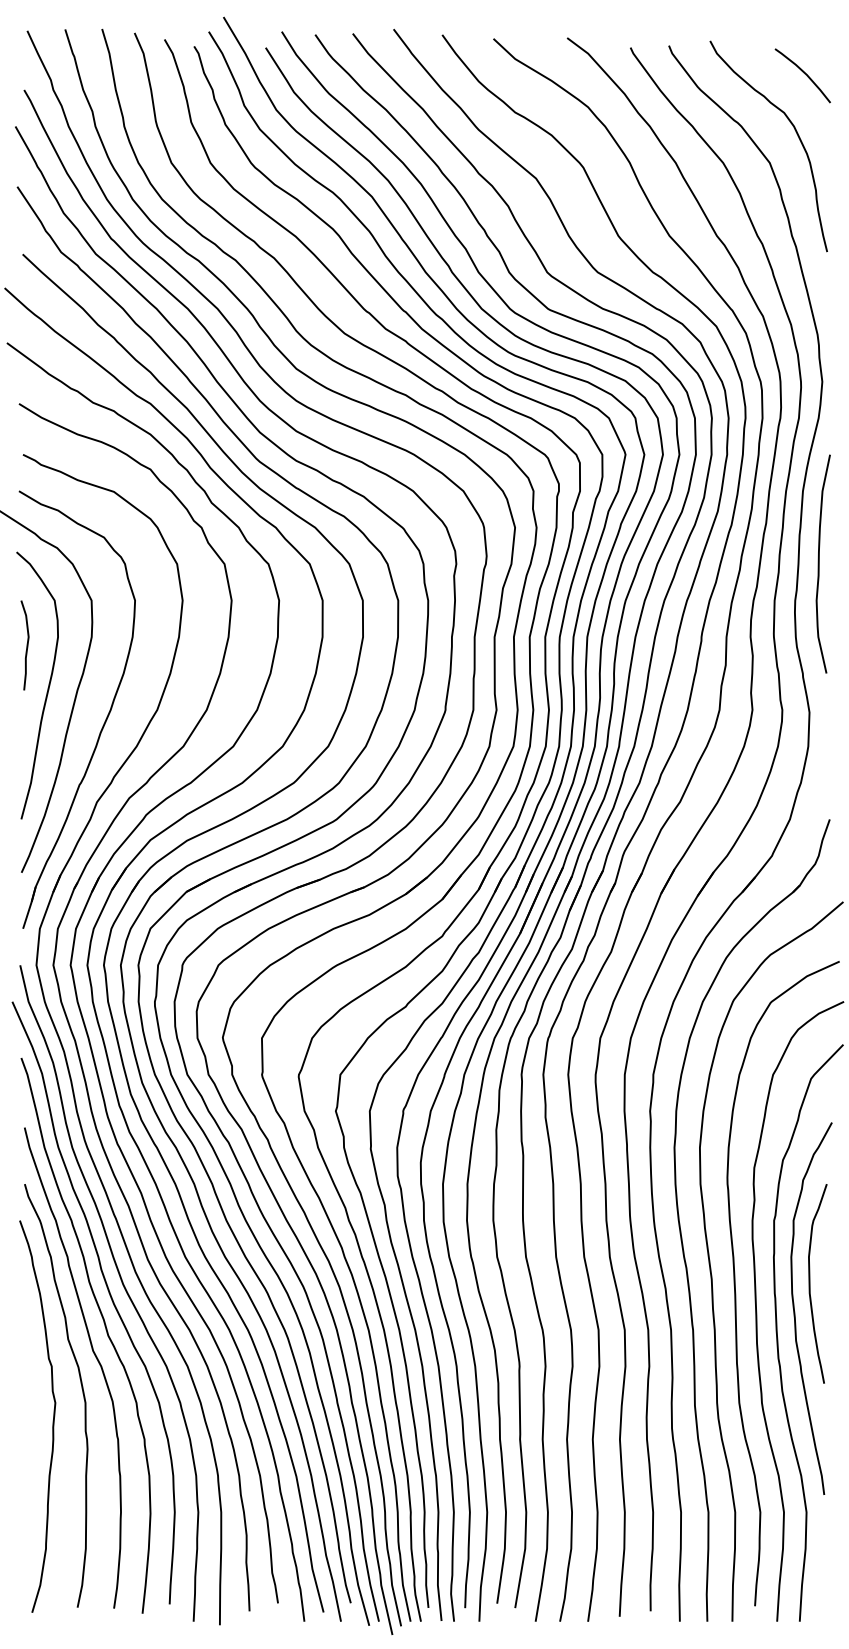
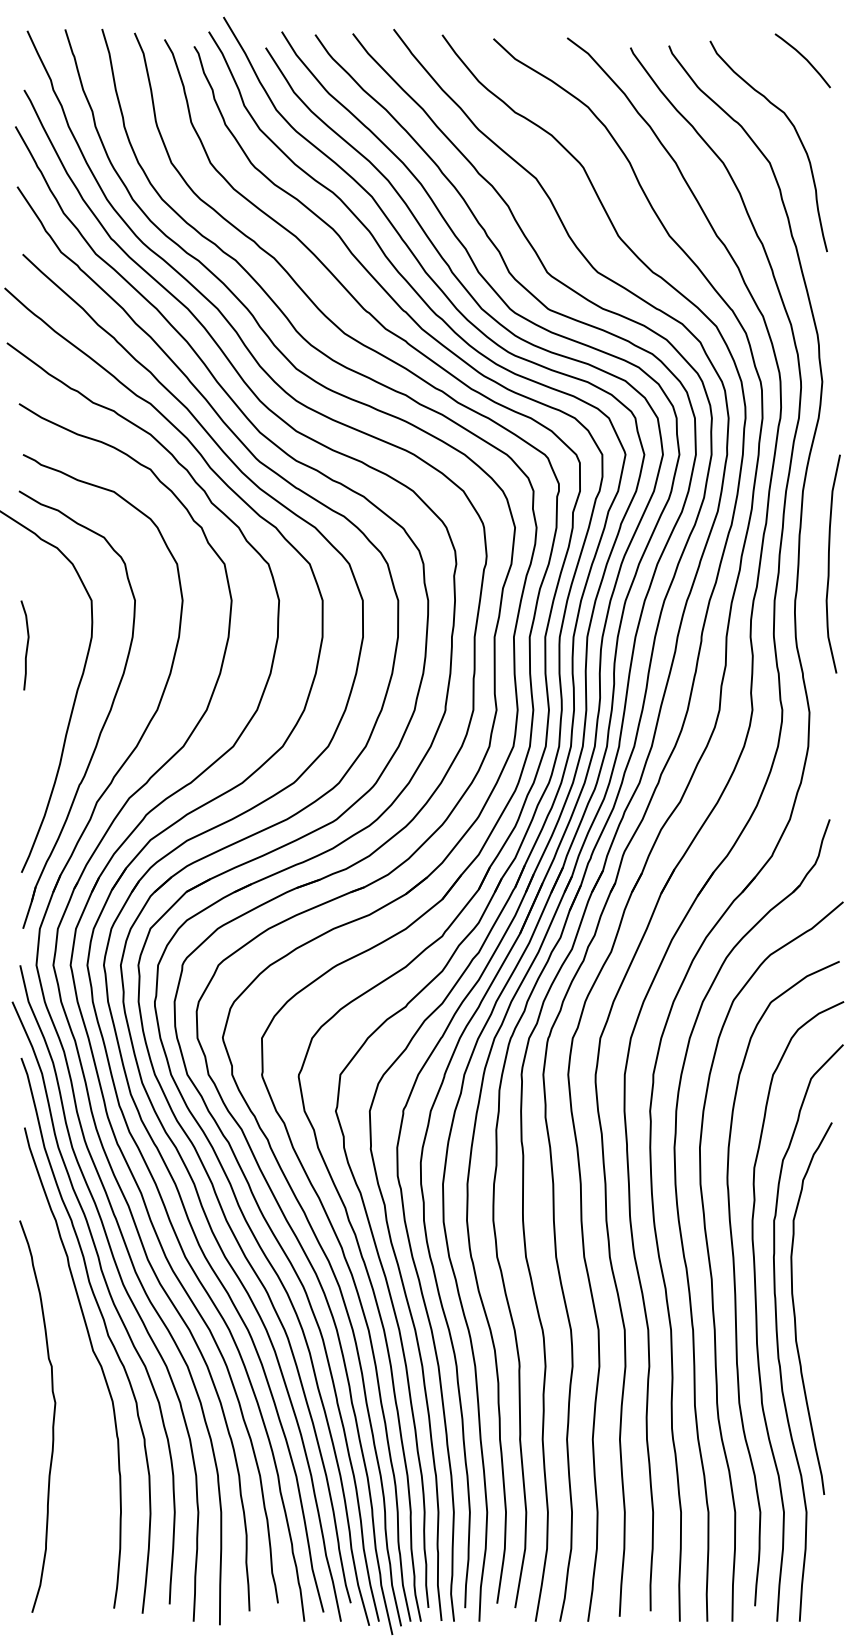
curve at (803, 73) position: (803, 73) -> (803, 58)
curve at (819, 563) position: (819, 563) -> (829, 563)
curve at (47, 688): present -> none
curve at (810, 1283): present -> none
curve at (81, 1388): present -> none
